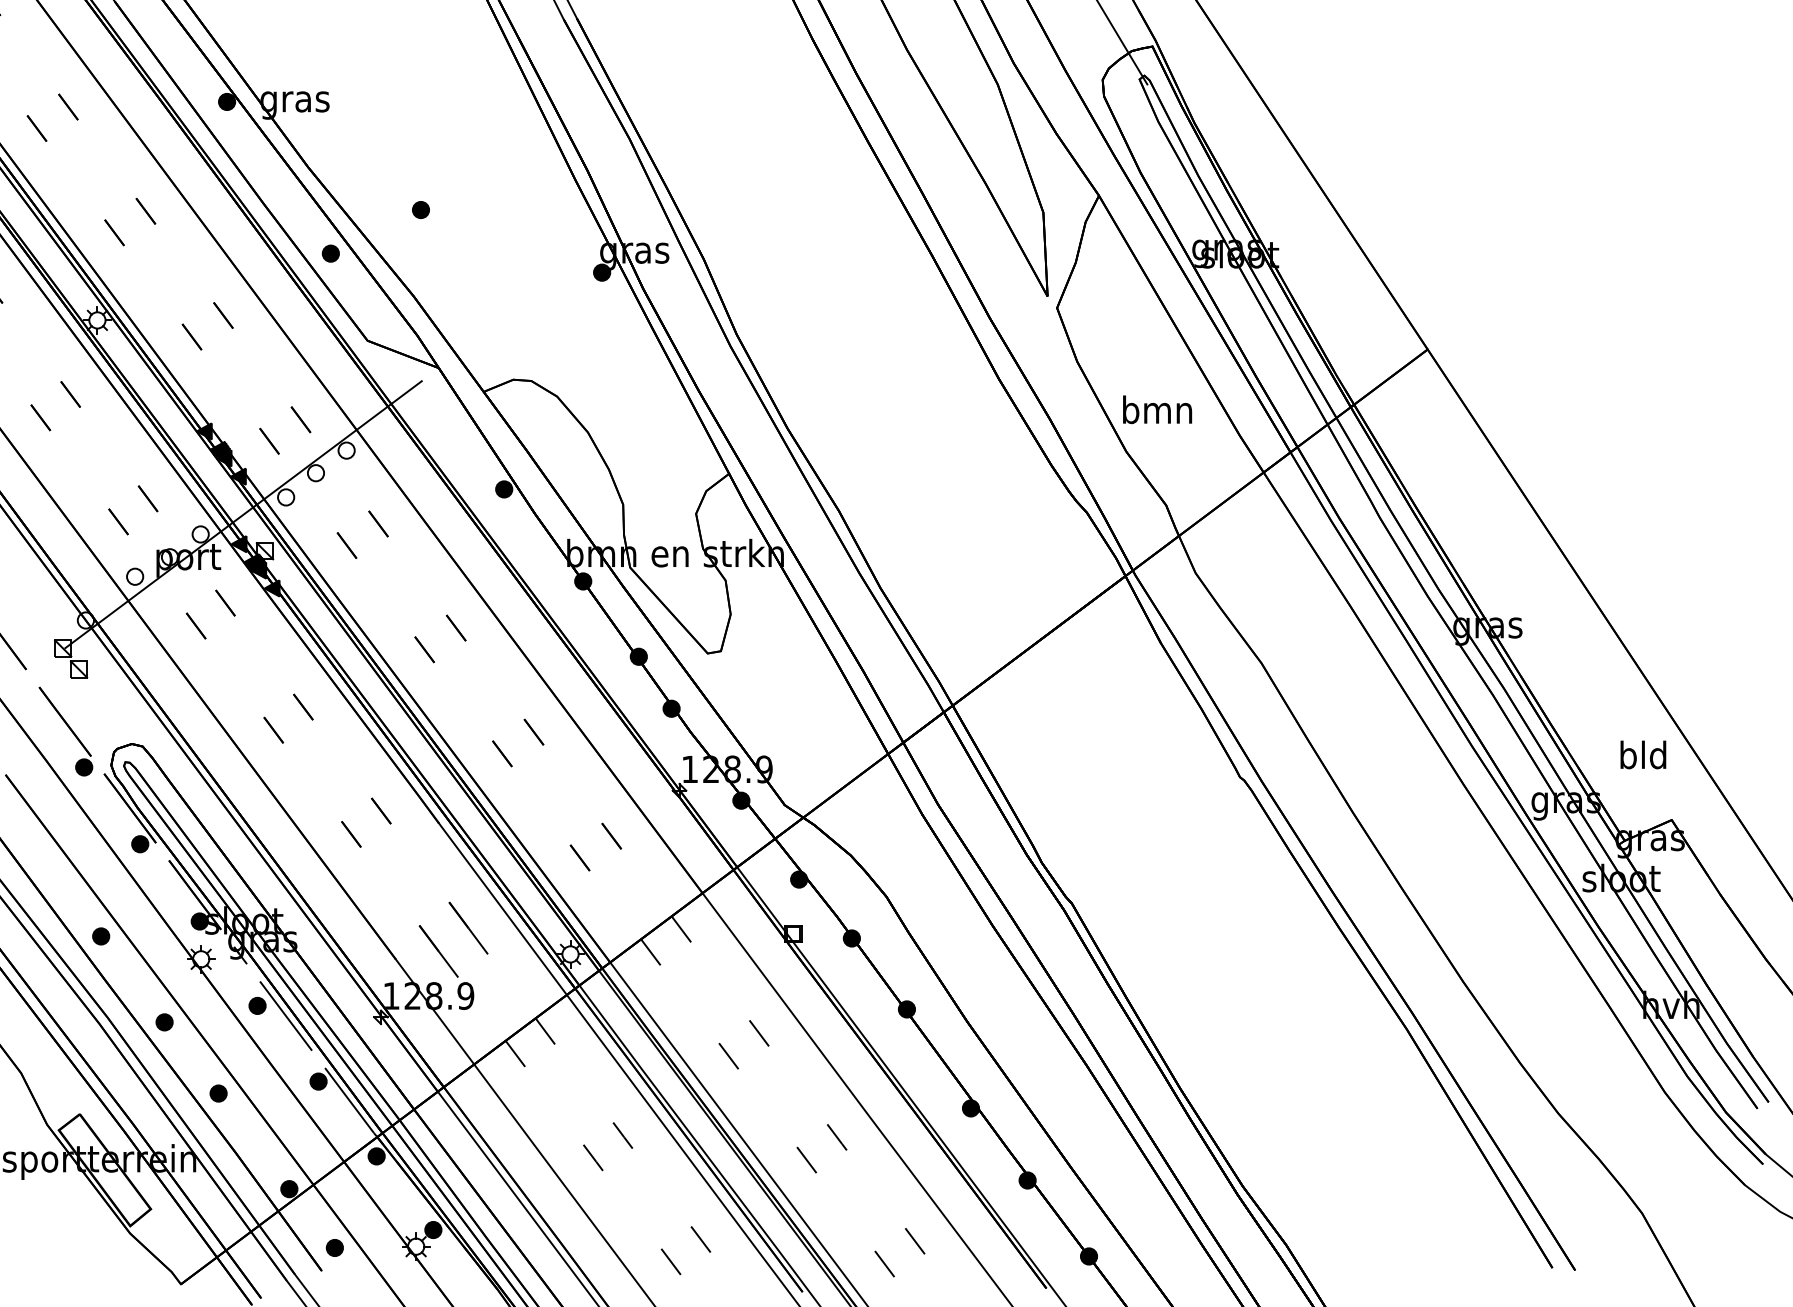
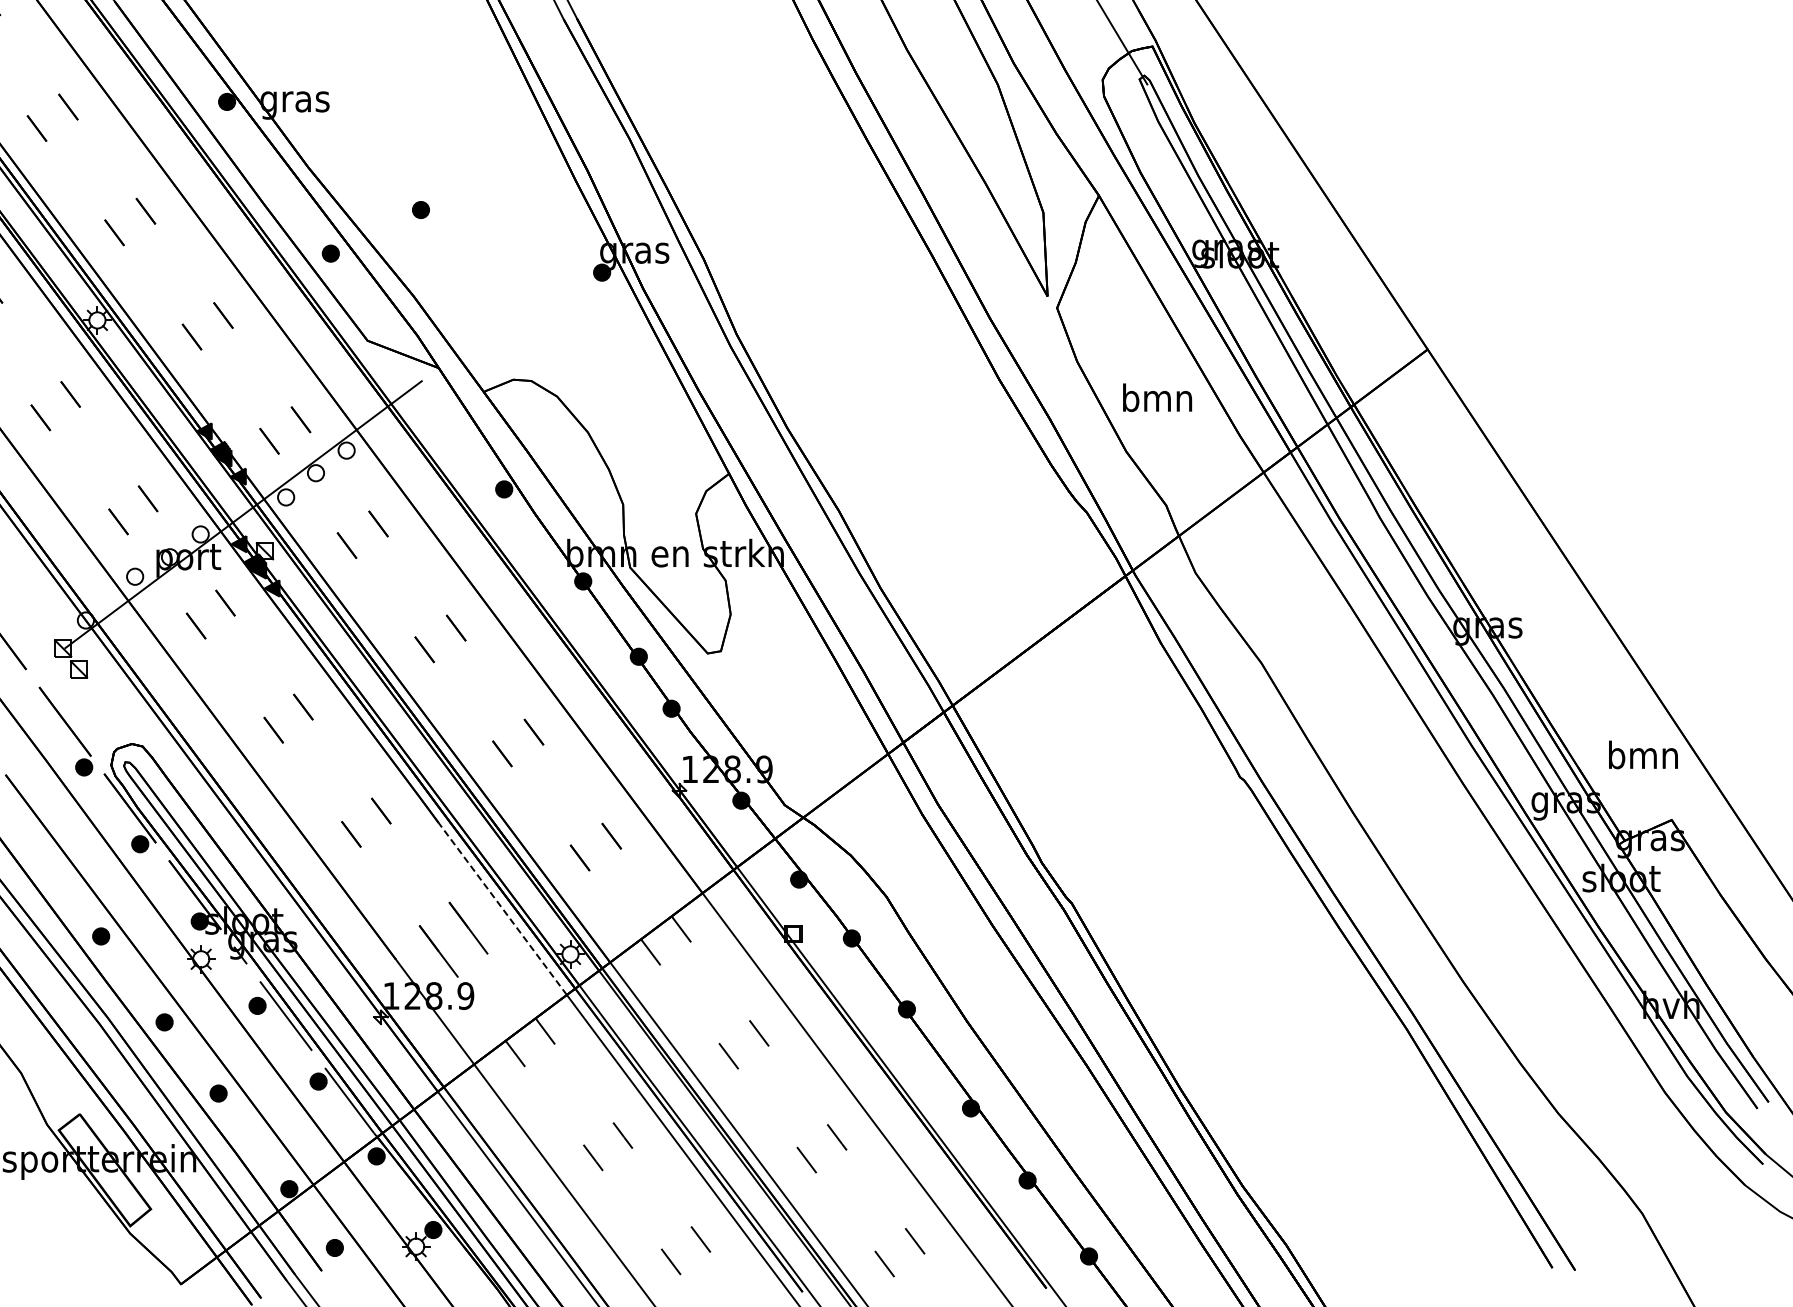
text at (1157, 409) position: (1157, 409) -> (1157, 397)
text at (1643, 754): bld -> bmn
line at (502, 908): solid -> dashed
